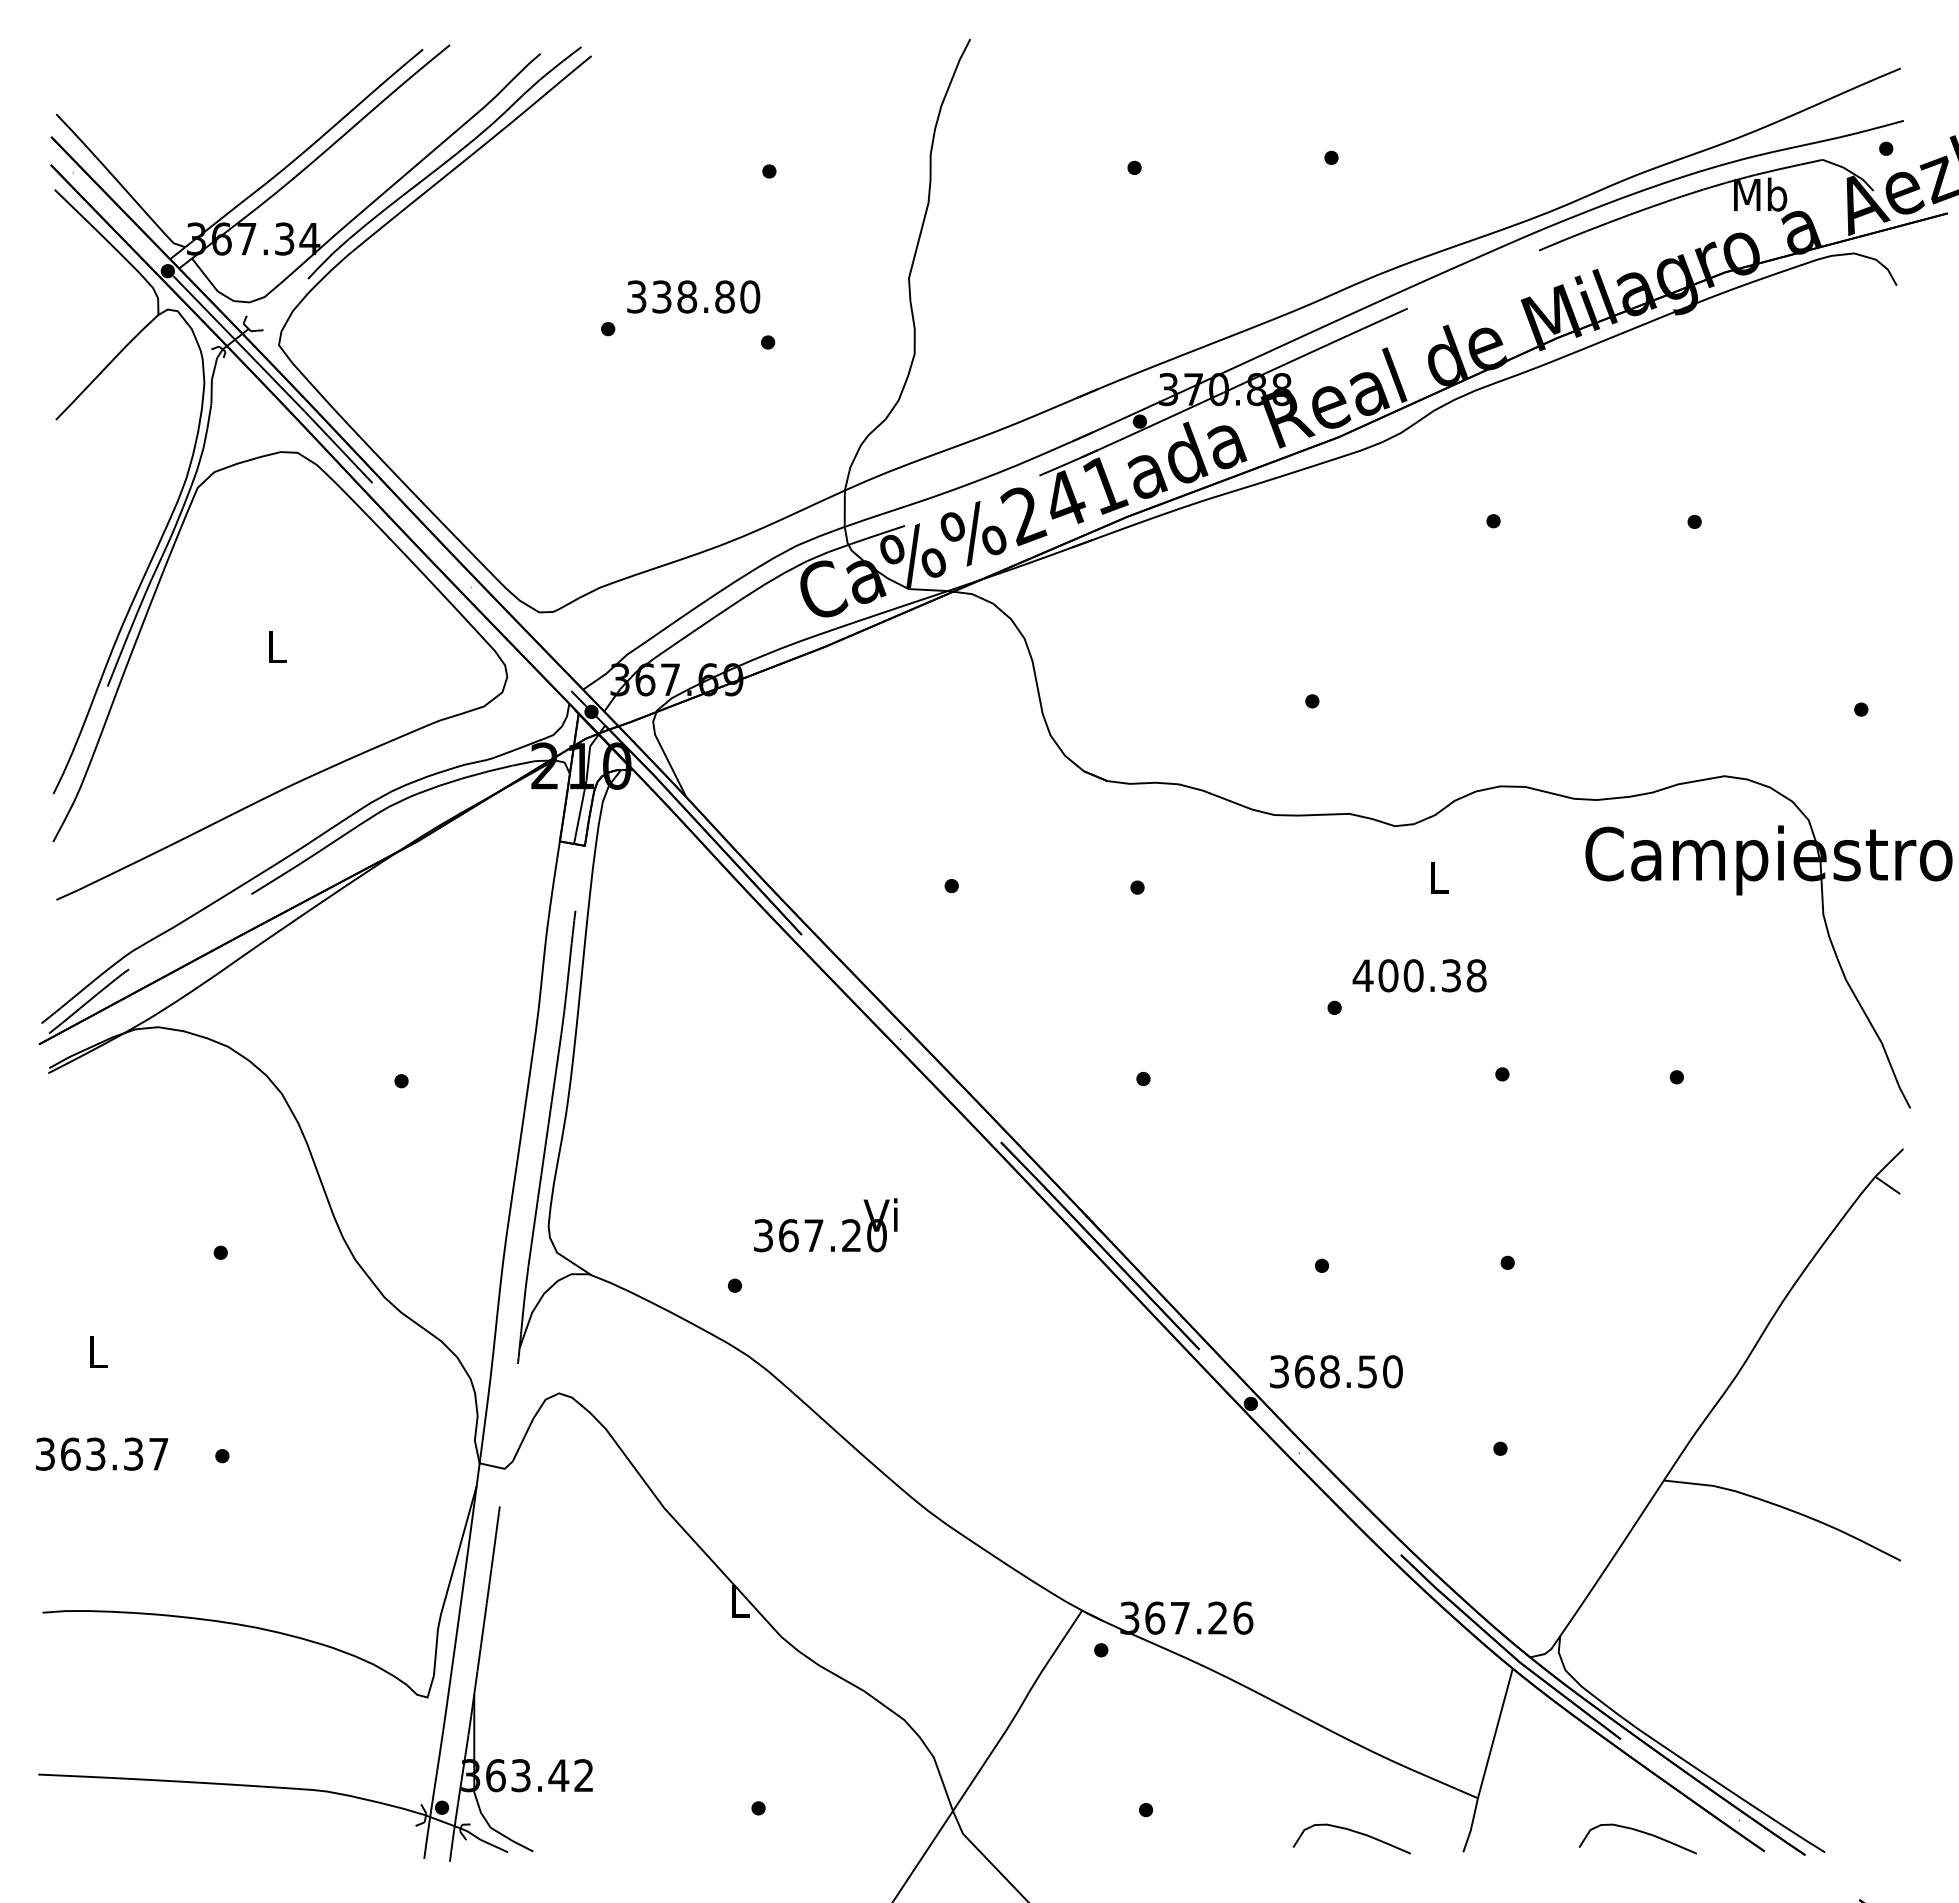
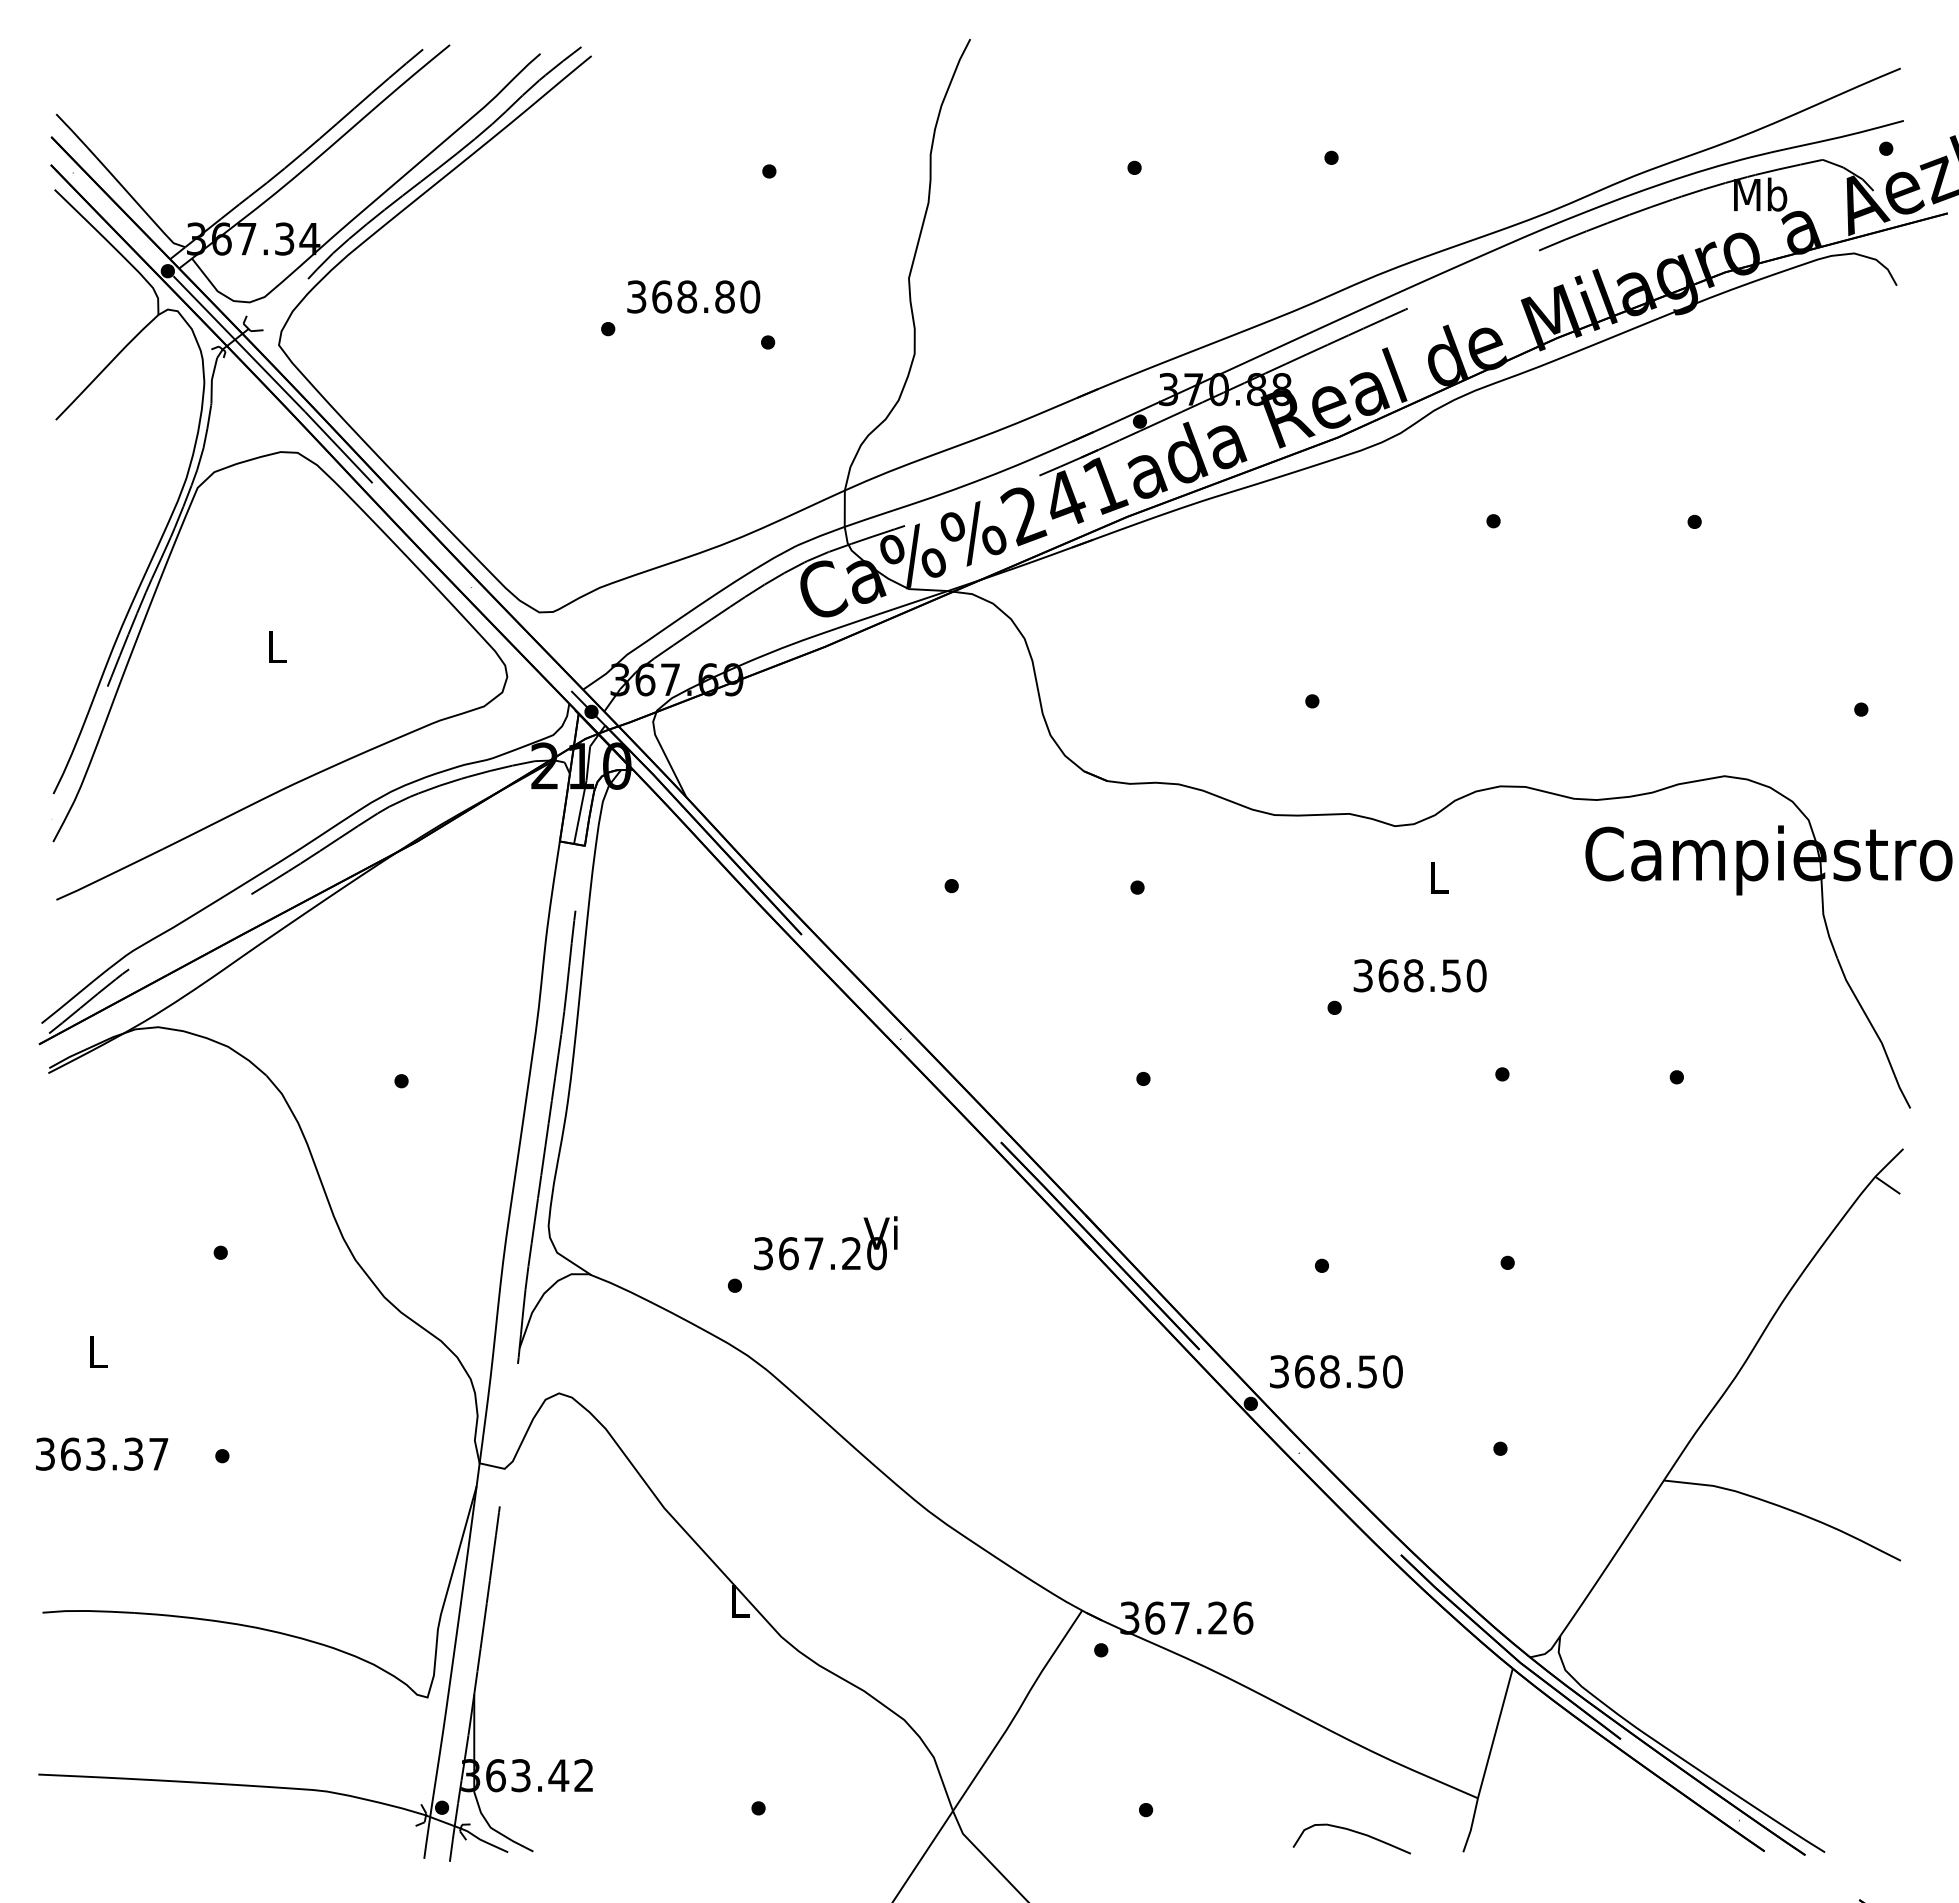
text at (662, 296): 338.80 -> 368.80
text at (1419, 975): 400.38 -> 368.50
text at (825, 1225) position: (825, 1225) -> (825, 1243)
curve at (1640, 1832): present -> none
